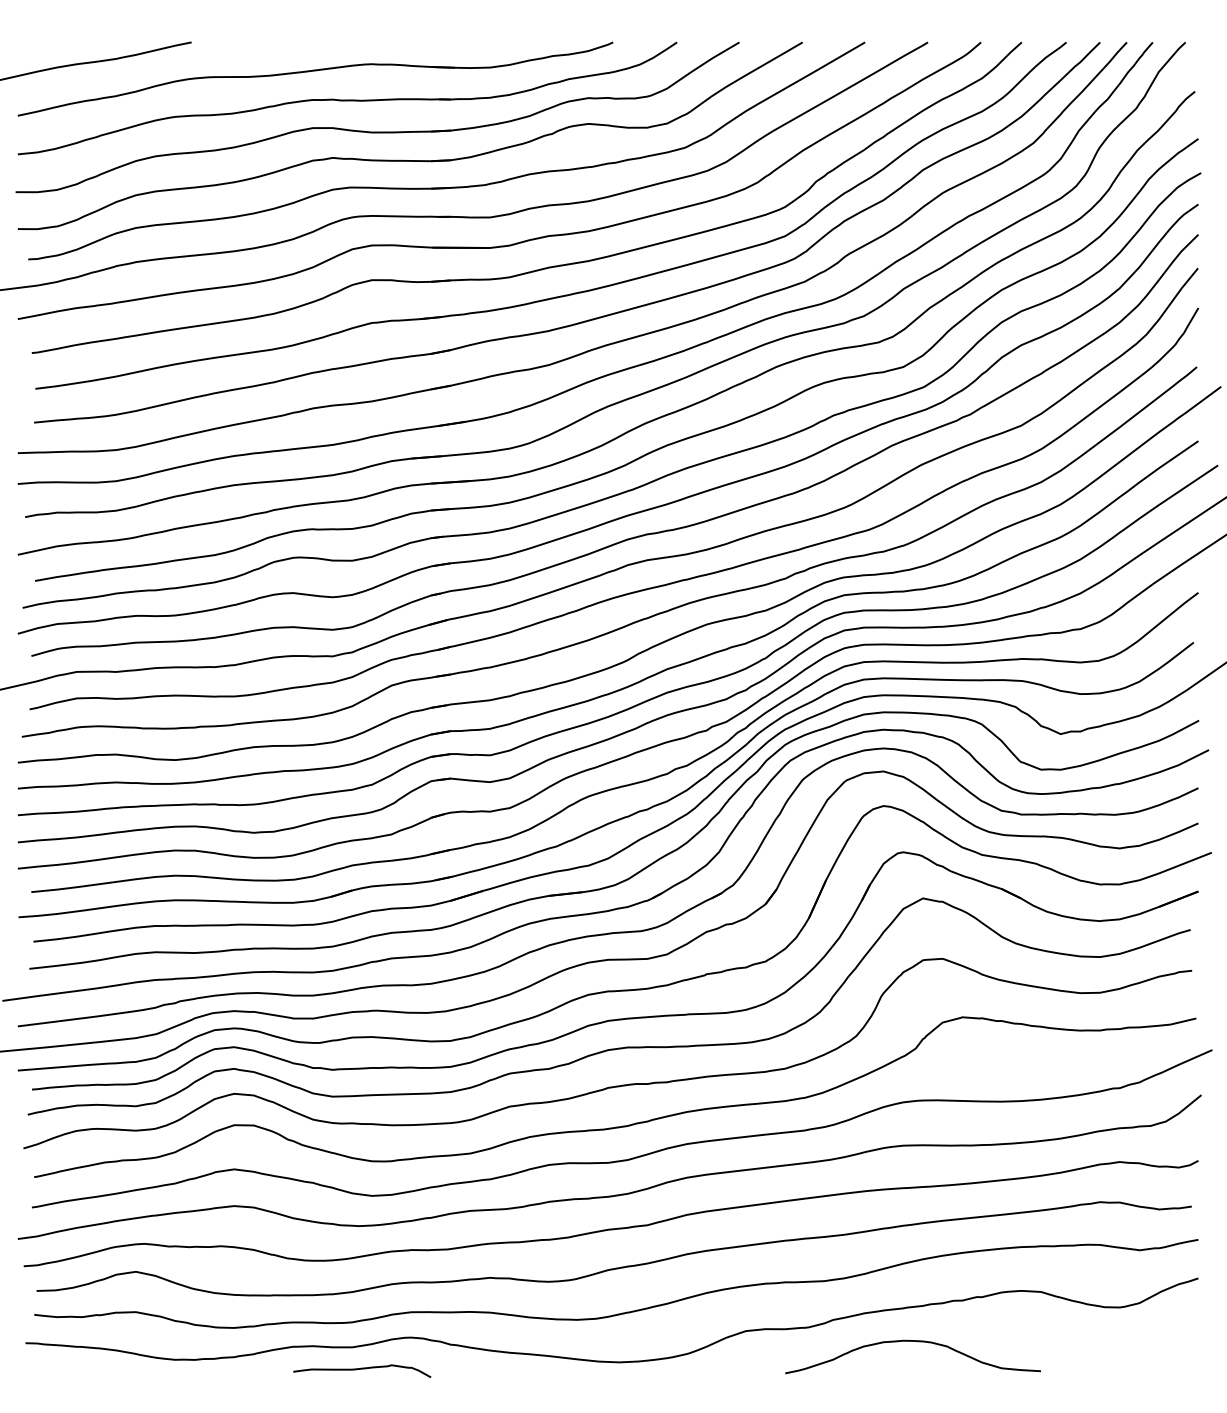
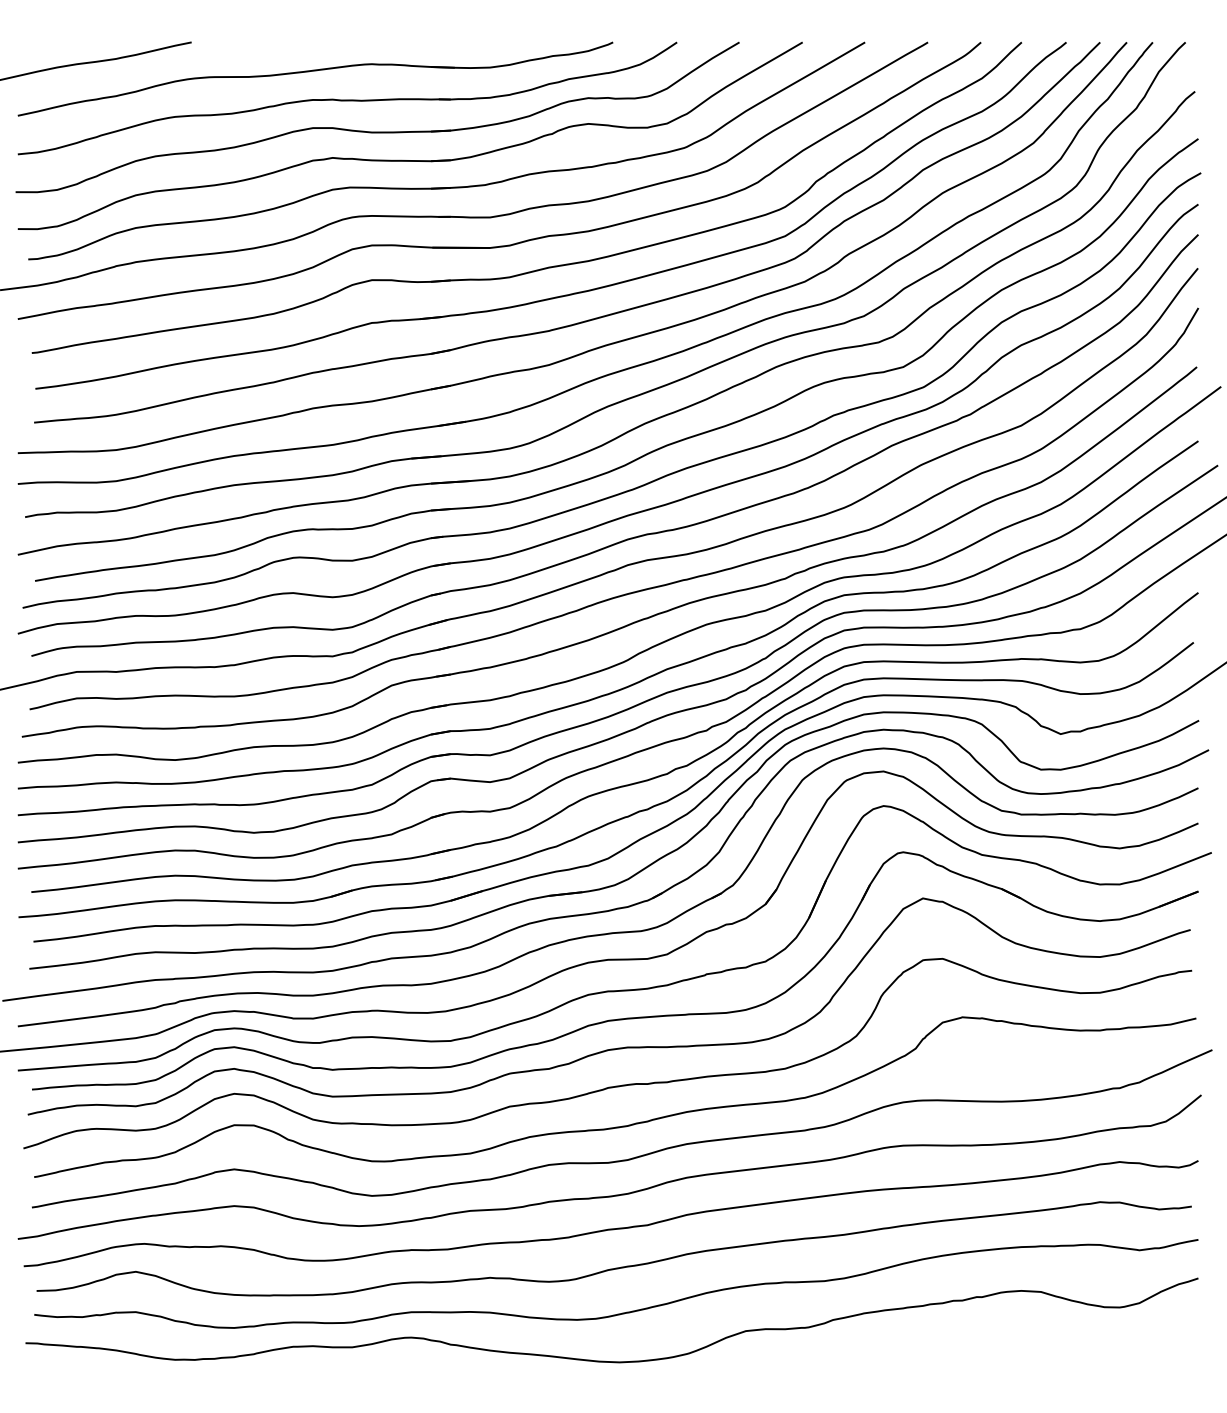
curve at (917, 1342): present -> none
curve at (362, 1369): present -> none
